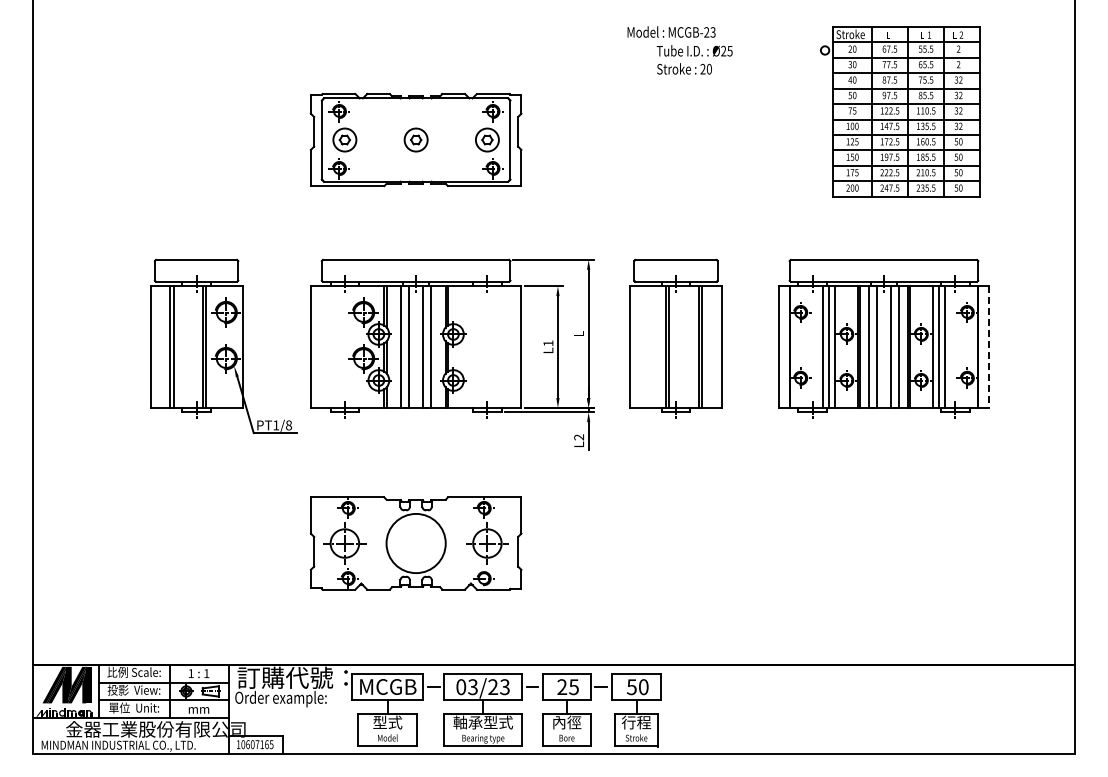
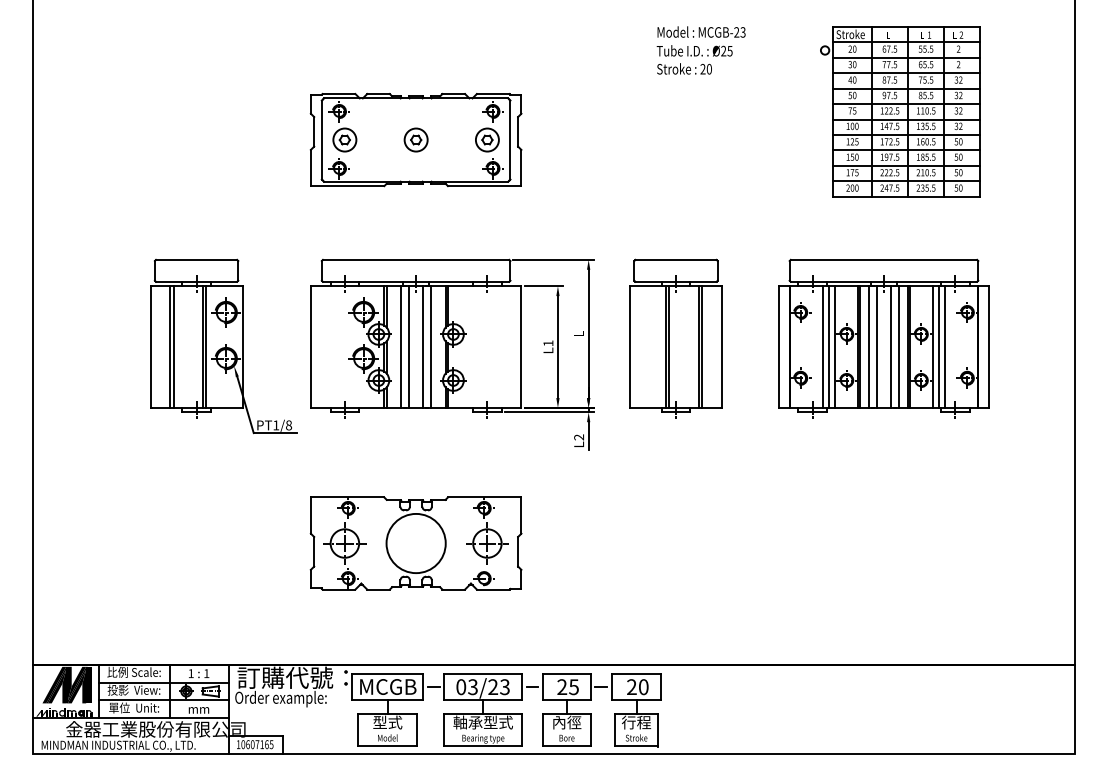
text at (671, 31) position: (671, 31) -> (701, 31)
line at (989, 347): dashed -> solid
text at (631, 687): 50 -> 20
